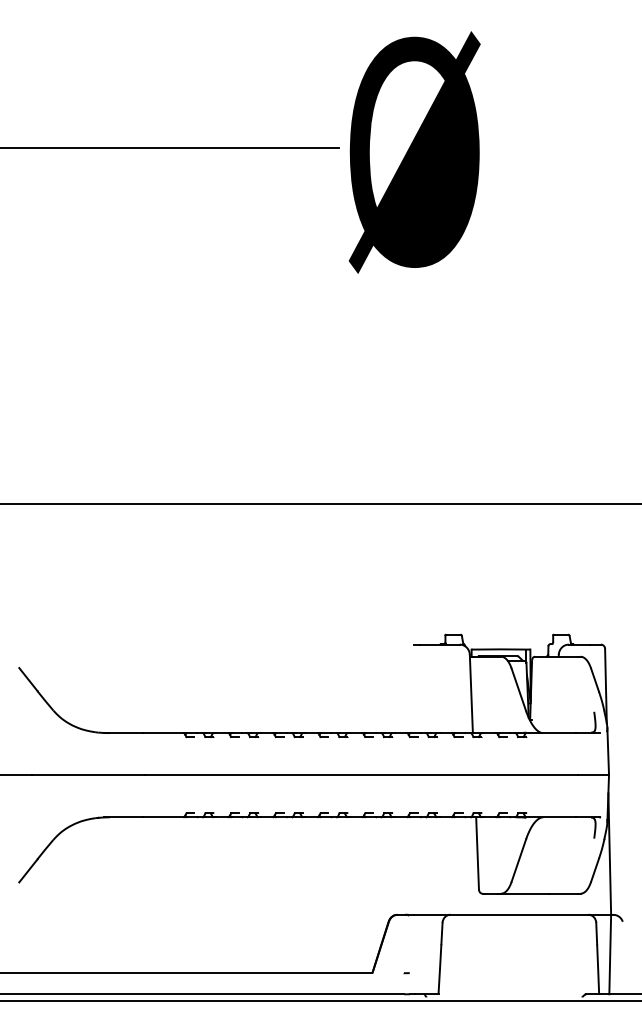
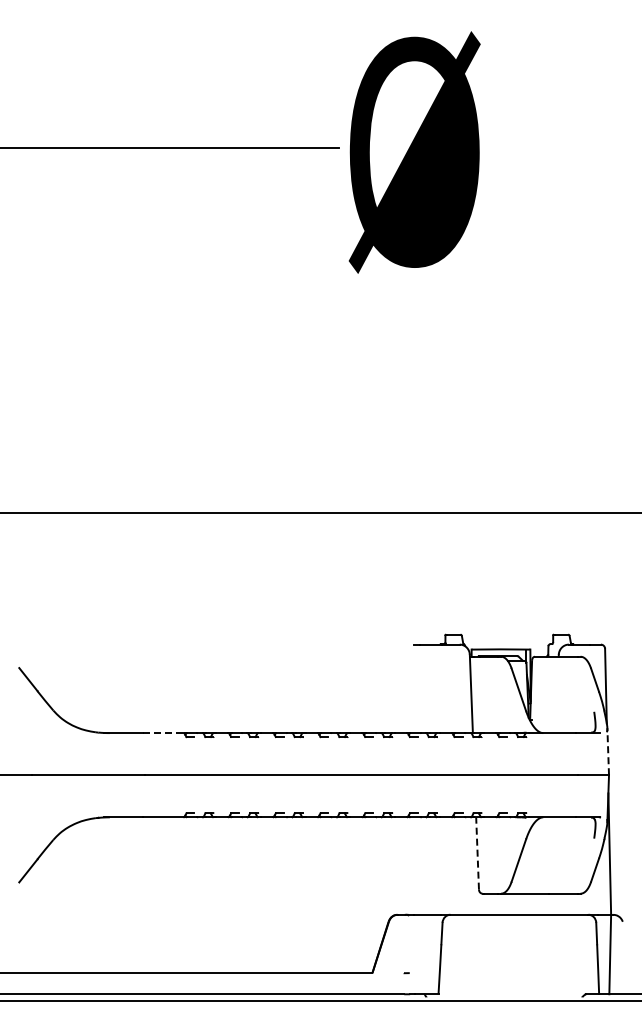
line at (320, 503) position: (320, 503) -> (320, 512)
line at (163, 733): solid -> dashed
line at (608, 751): solid -> dashed
line at (477, 852): solid -> dashed
